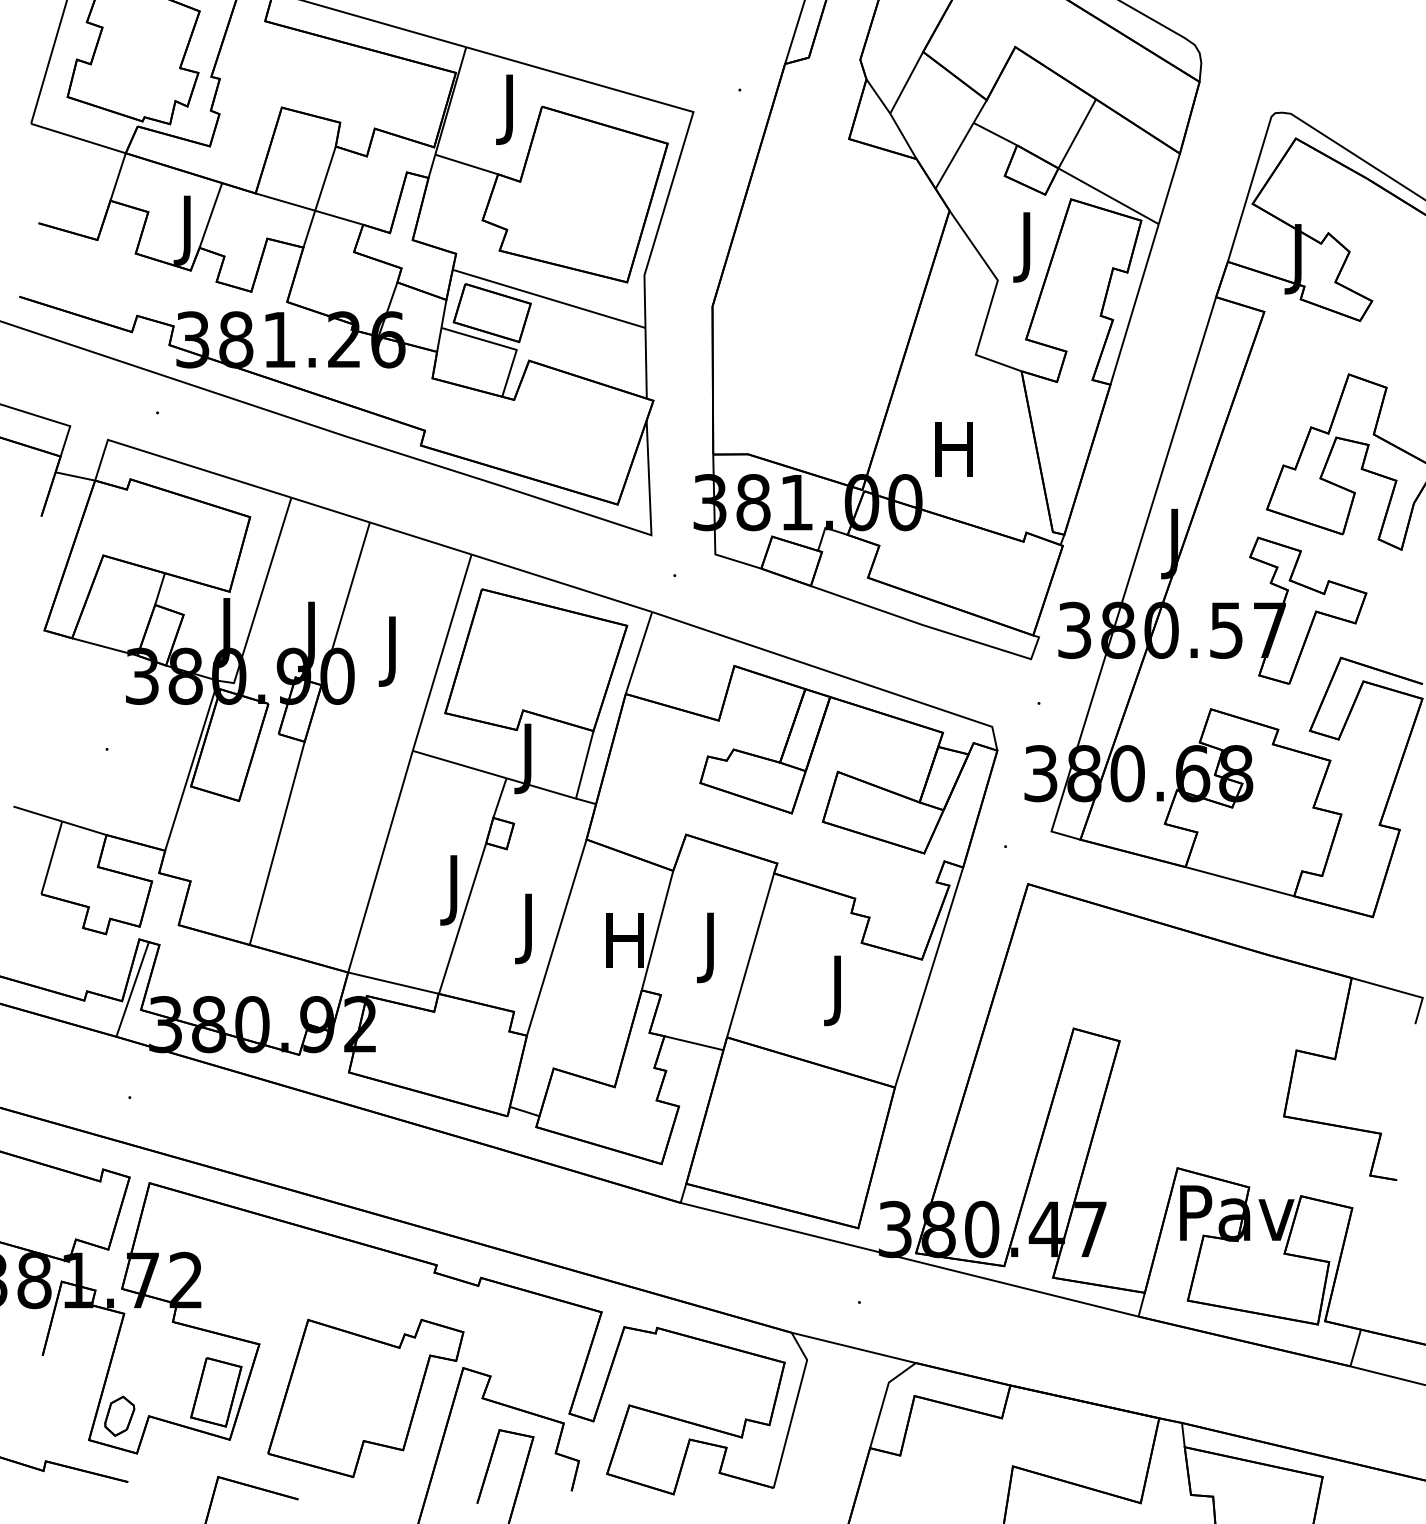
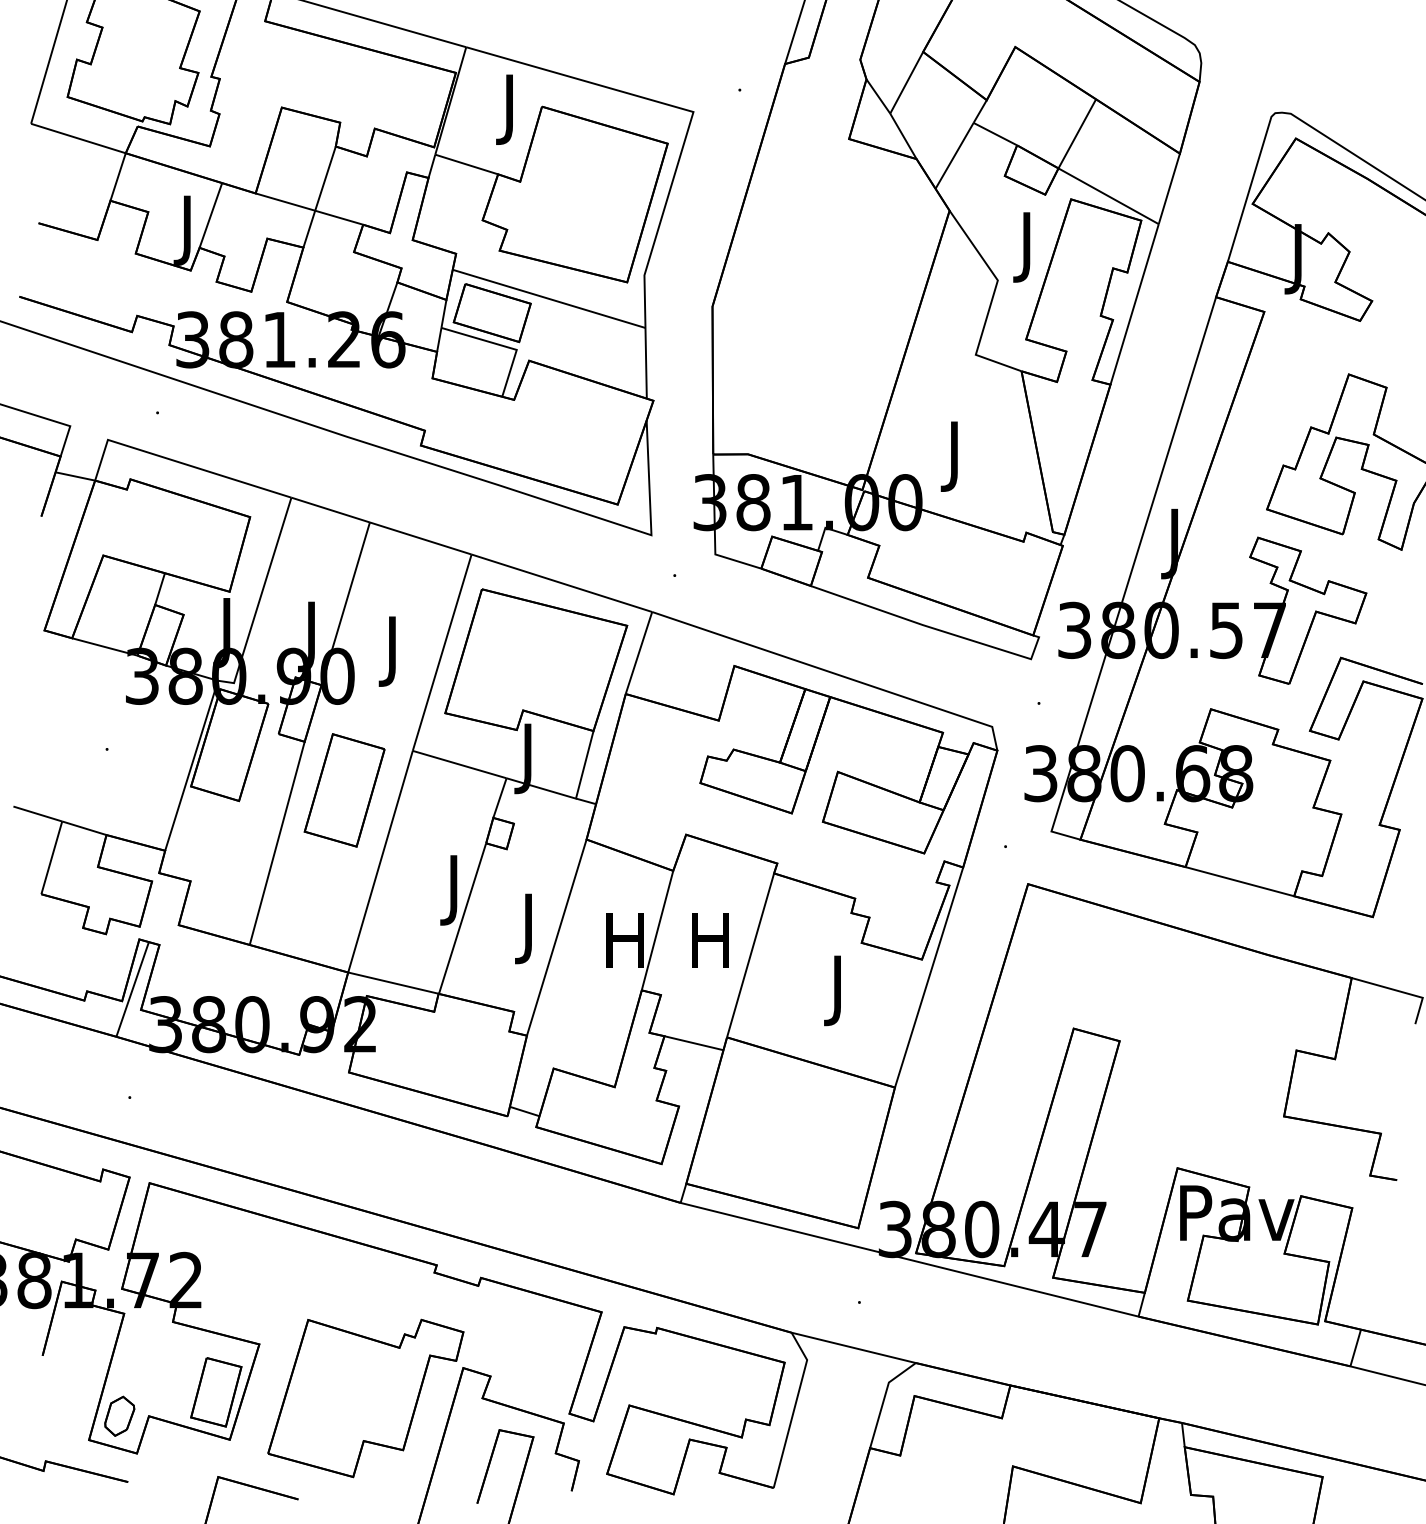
text at (953, 456): H -> J
part at (344, 790): none -> present
text at (710, 947): J -> H
